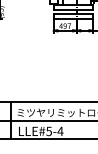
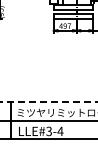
line at (49, 102): solid -> dashed
text at (48, 130): LLE#5-4 -> LLE#3-4
